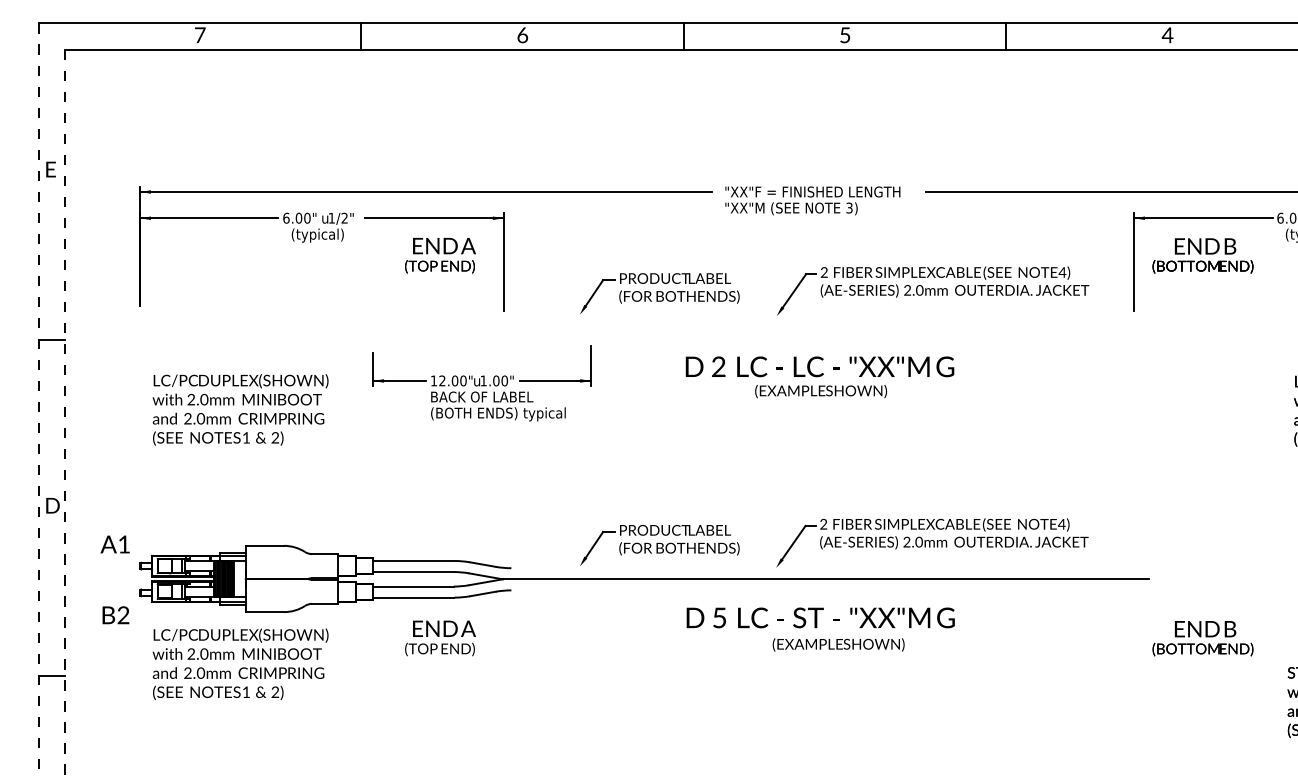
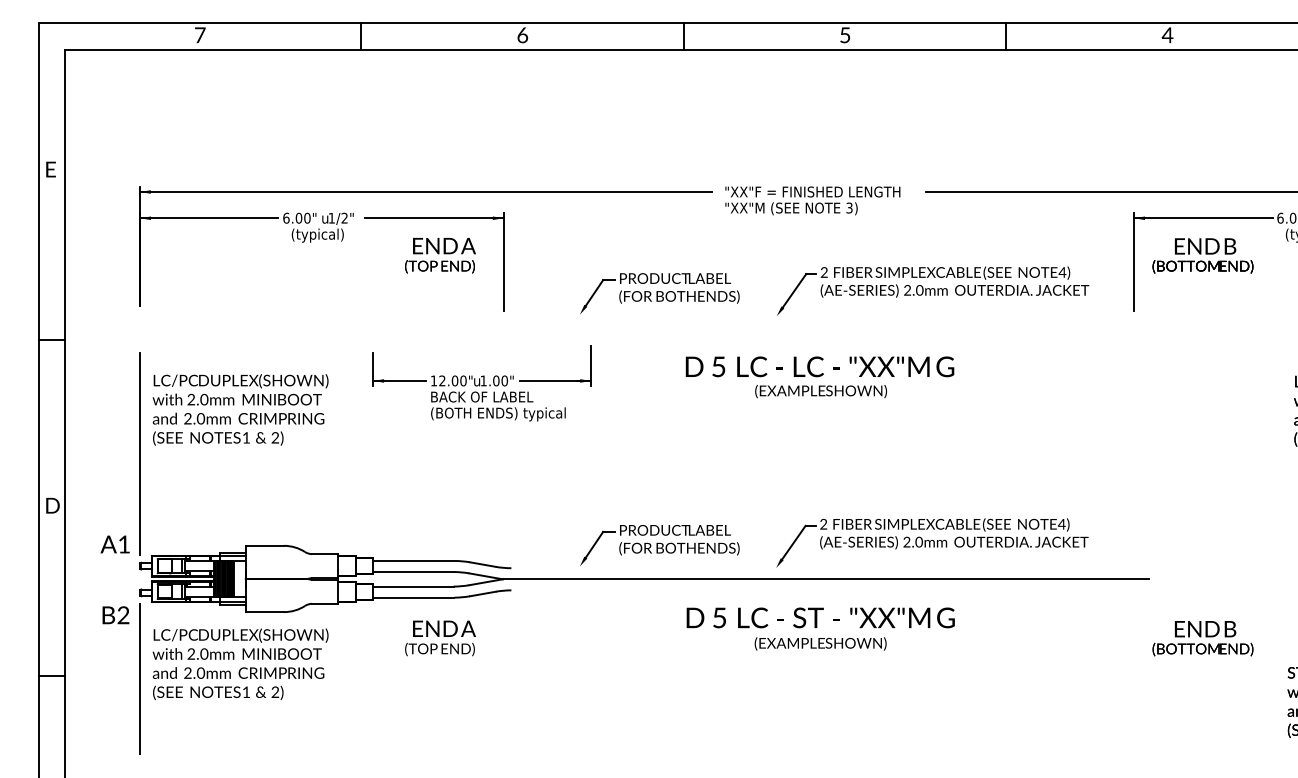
text at (718, 366): 2 -> 5
line at (38, 400): dashed -> solid
line at (65, 413): dashed -> solid
line at (140, 453): none -> present
text at (838, 644) position: (838, 644) -> (820, 643)
line at (140, 678): none -> present
